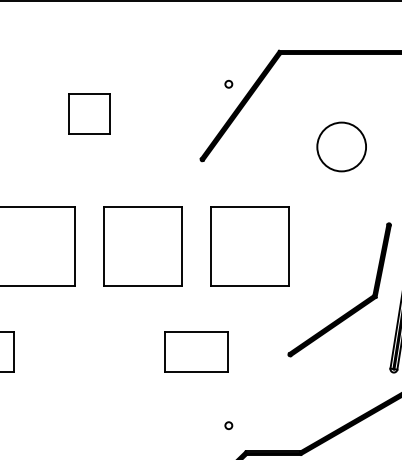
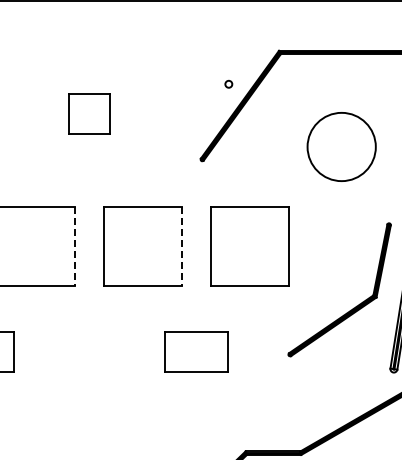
circle at (341, 146) diameter: 49 px -> 68 px
line at (75, 246): solid -> dashed
line at (182, 246): solid -> dashed
circle at (228, 425): present -> none
